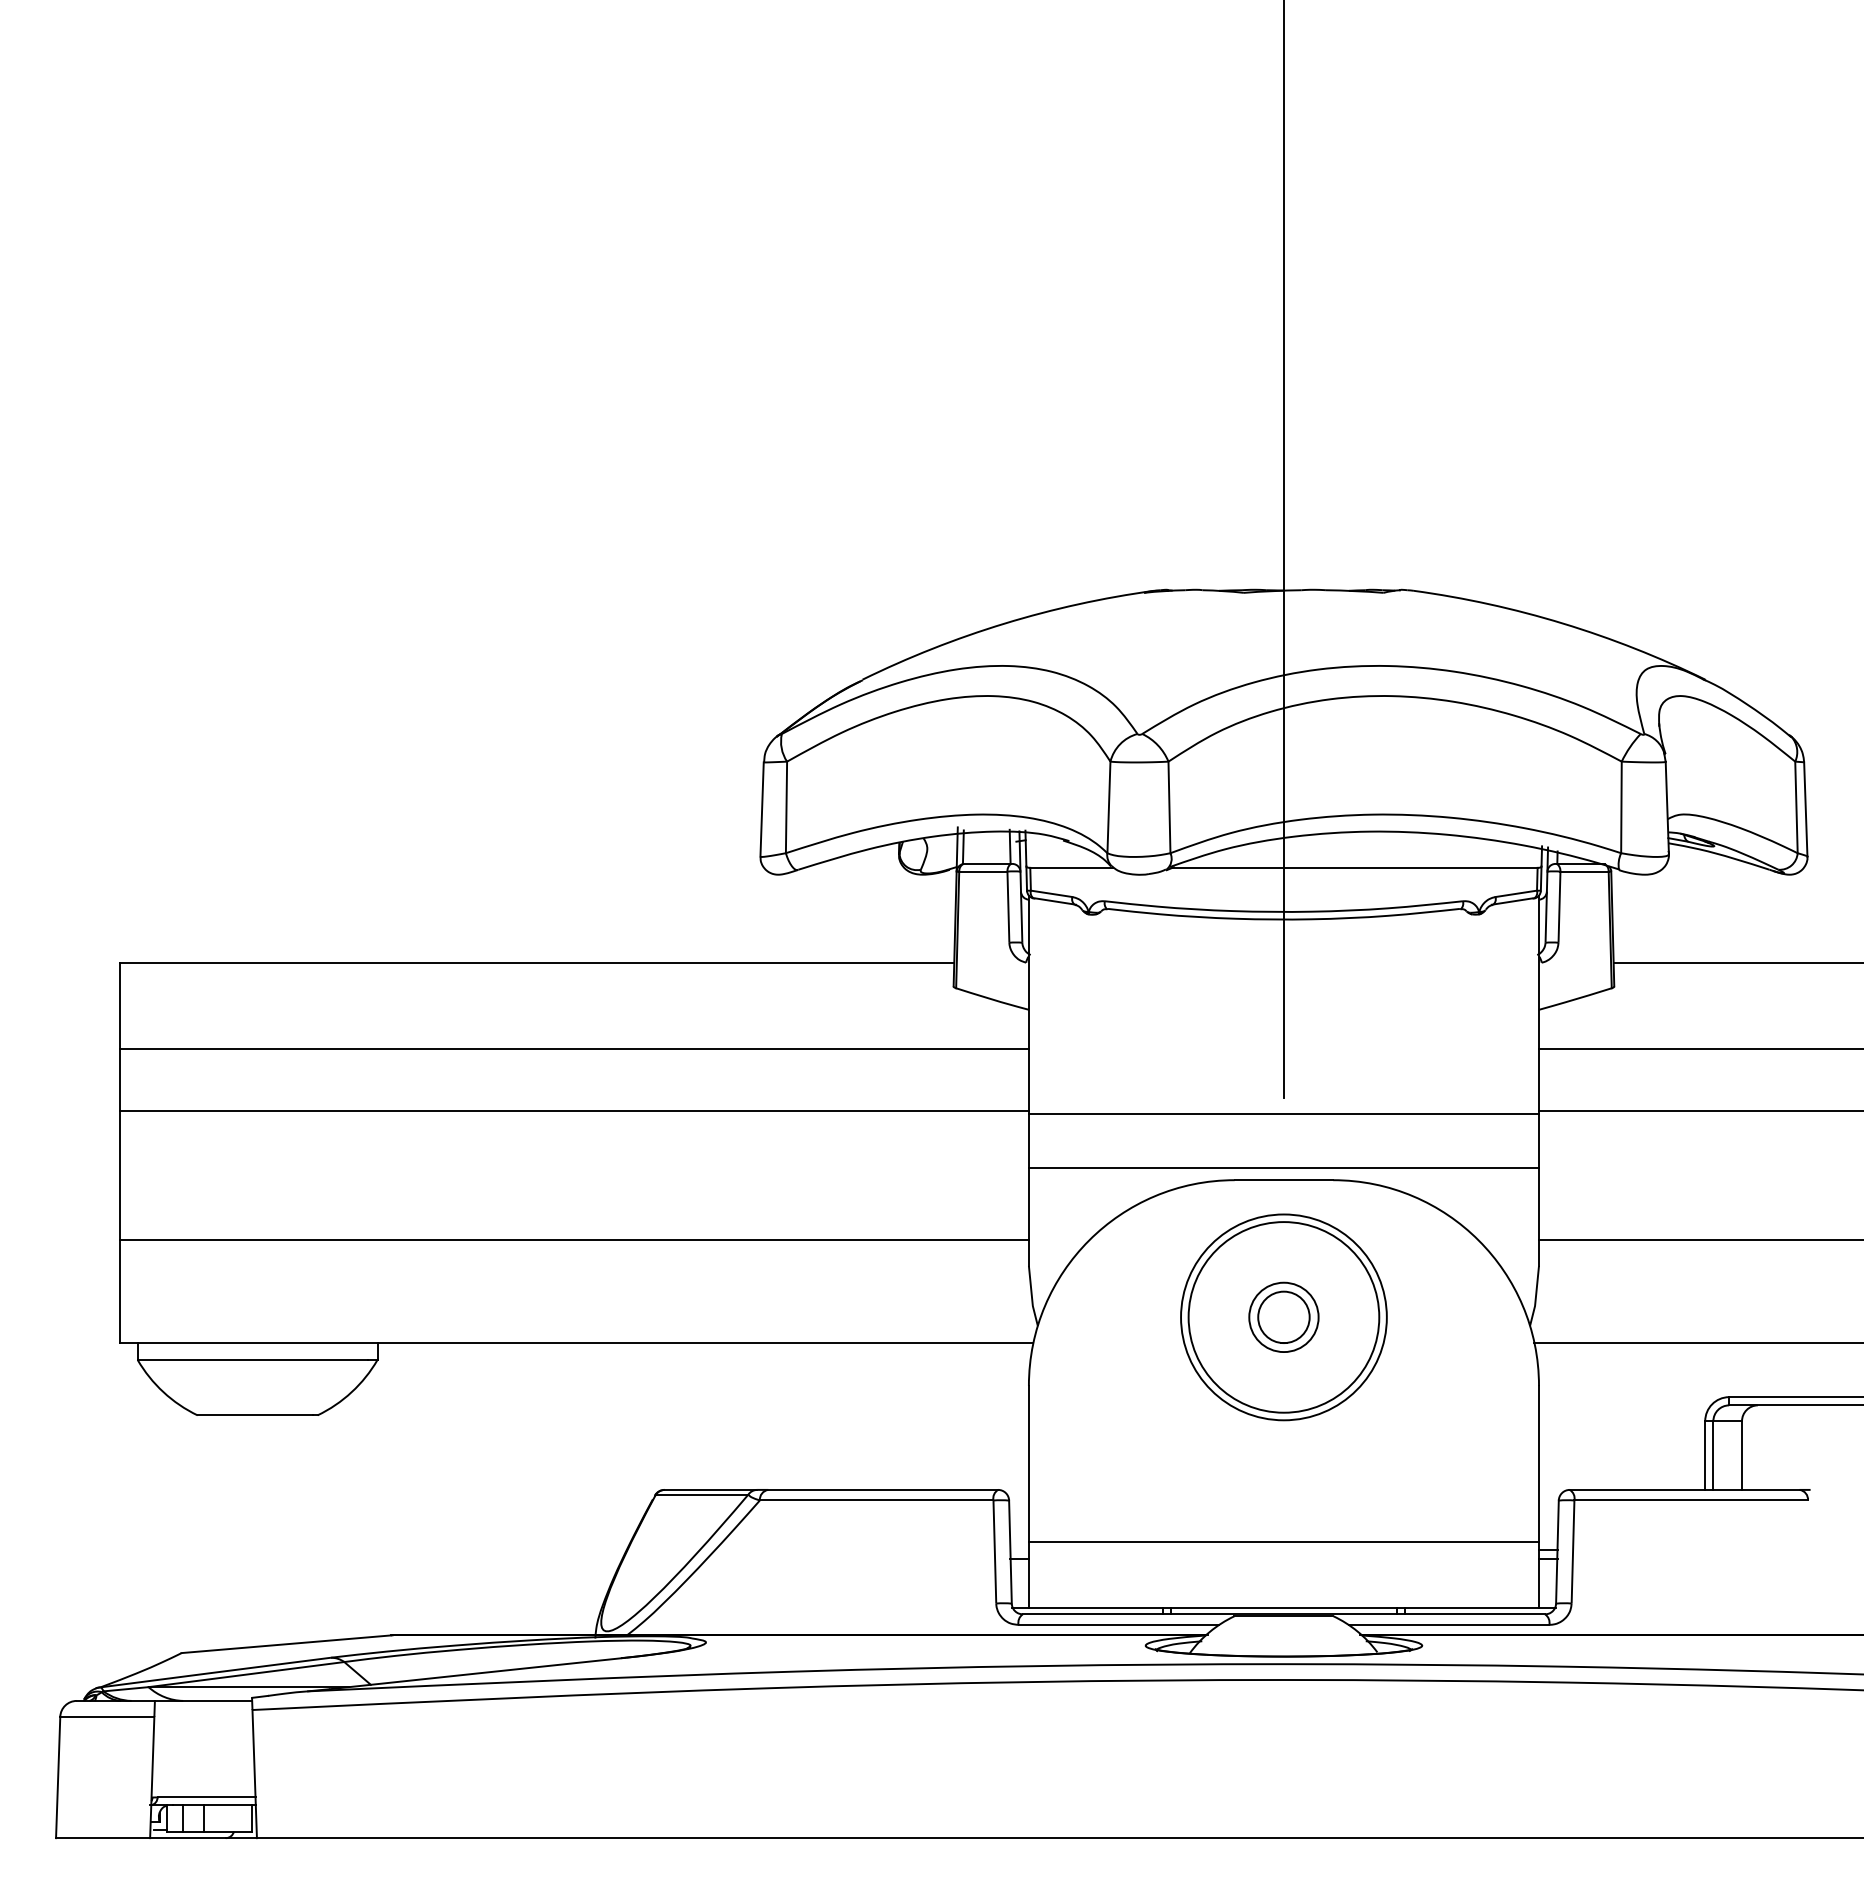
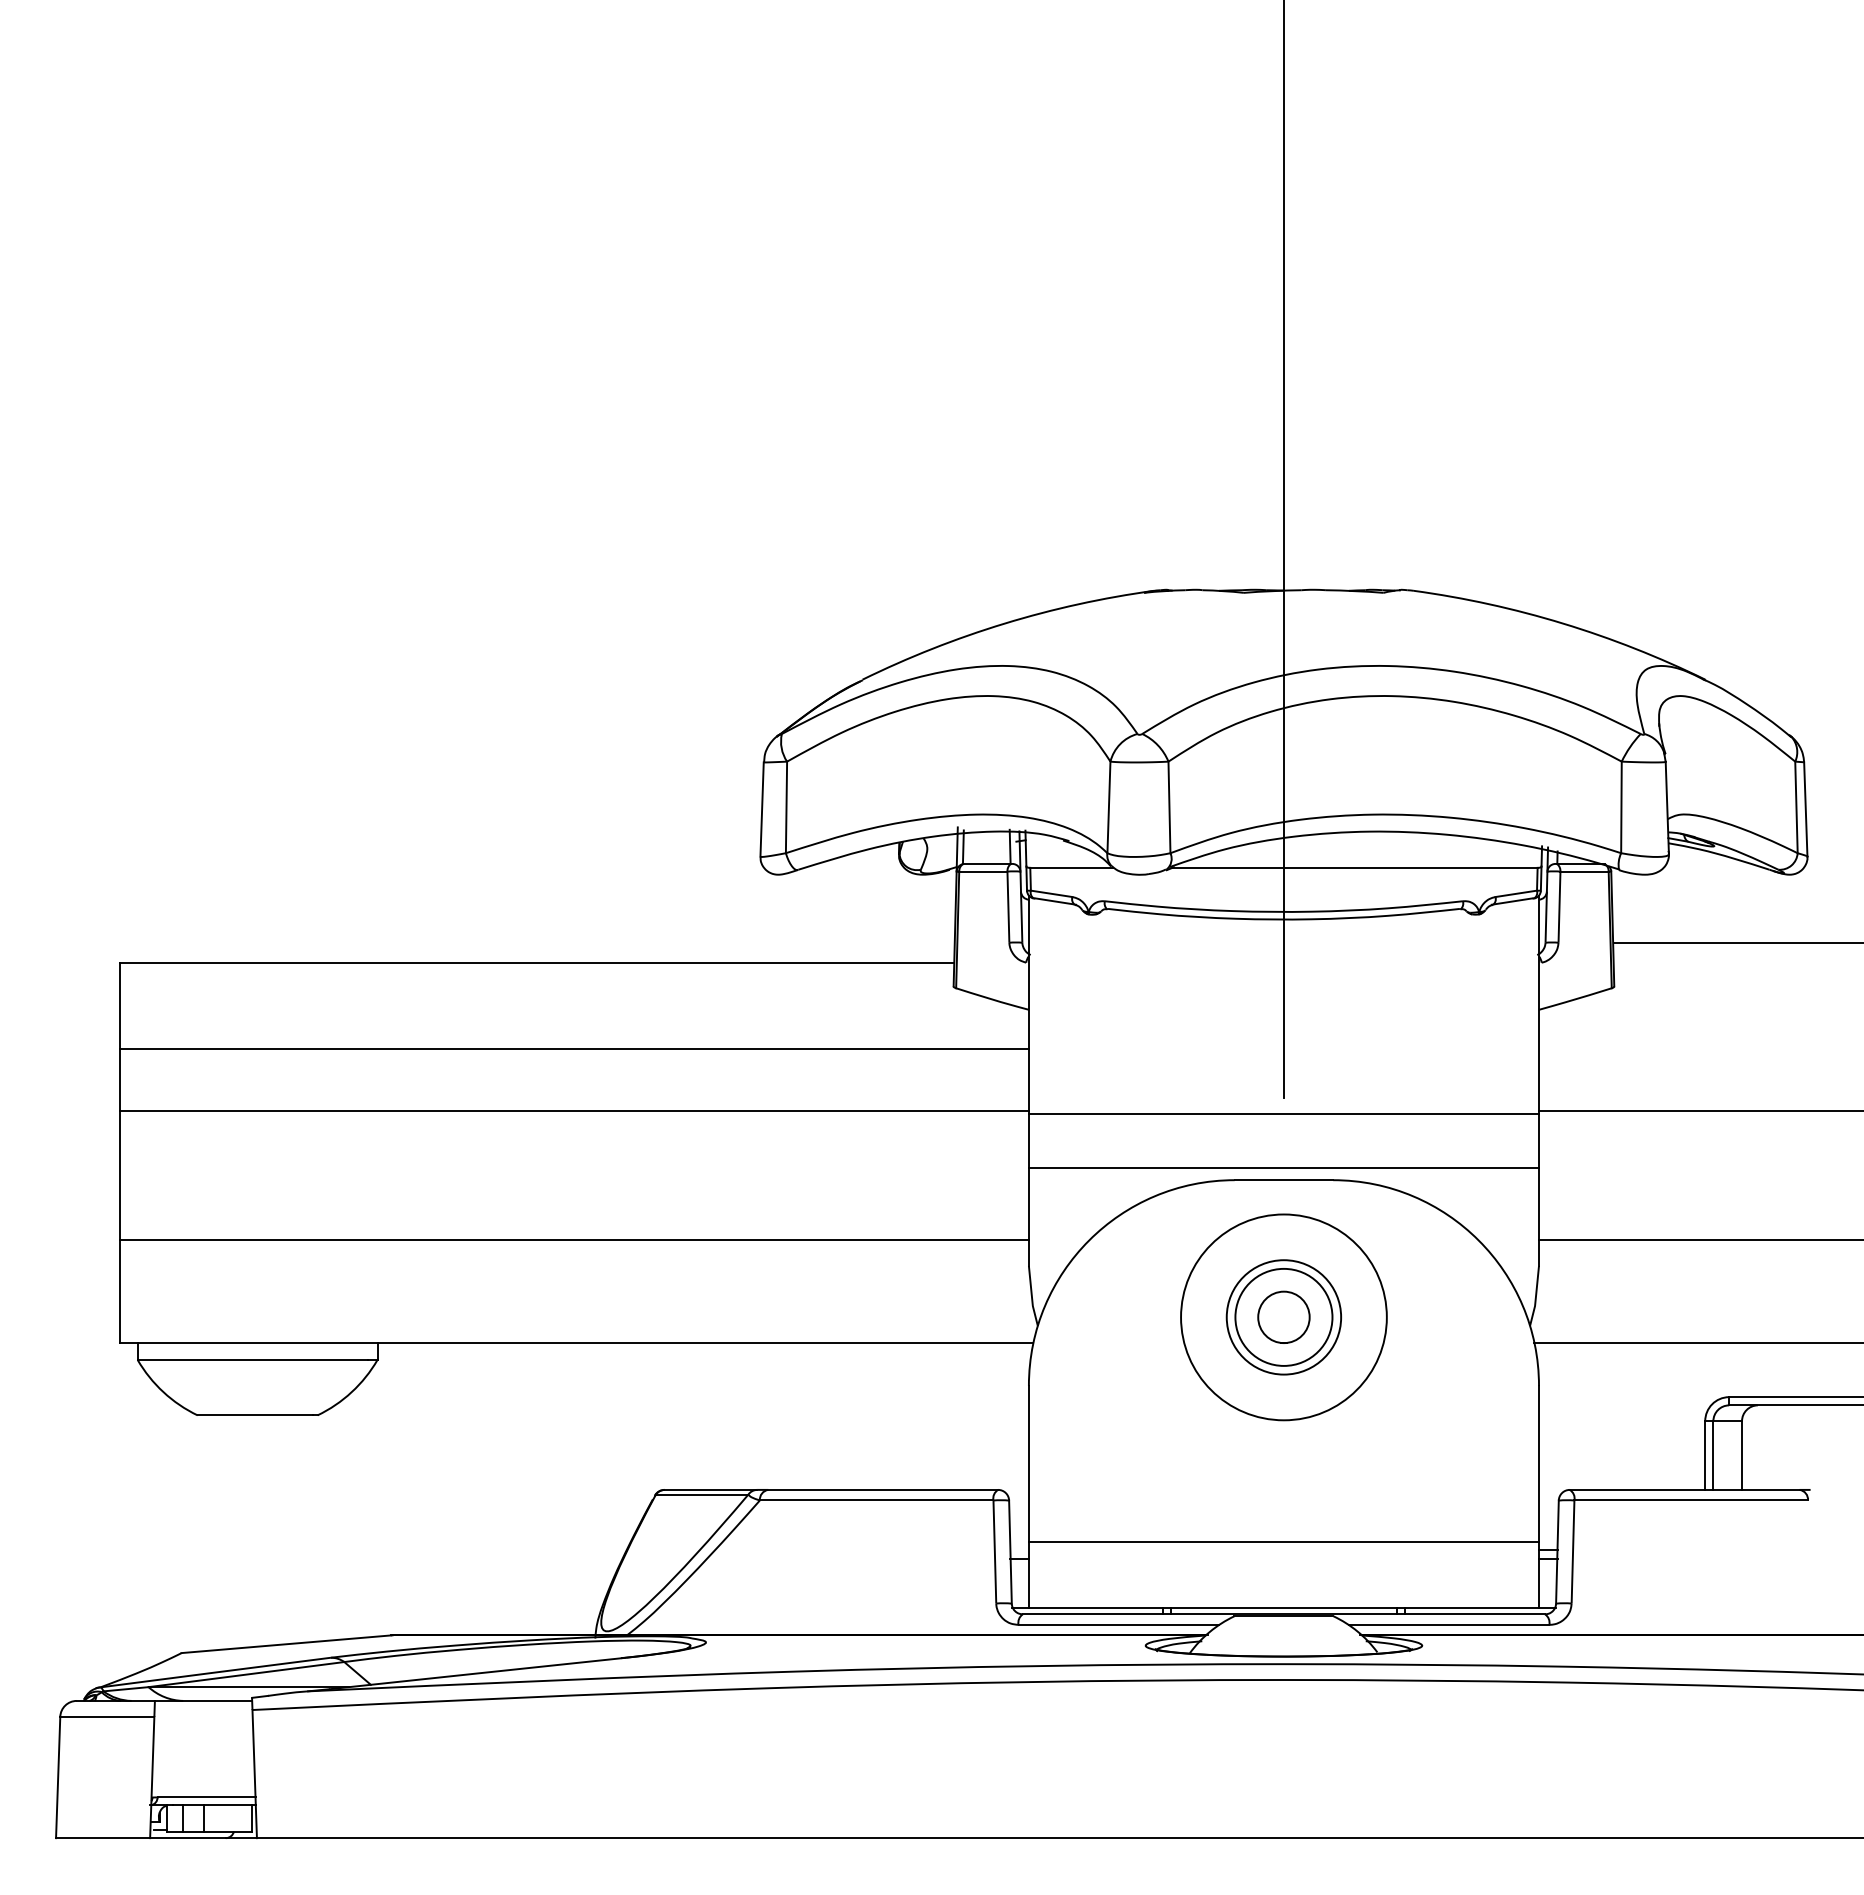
line at (1736, 962) position: (1736, 962) -> (1736, 942)
line at (1699, 1049): present -> none
circle at (1283, 1317) diameter: 191 px -> 114 px
circle at (1283, 1317) diameter: 69 px -> 97 px
